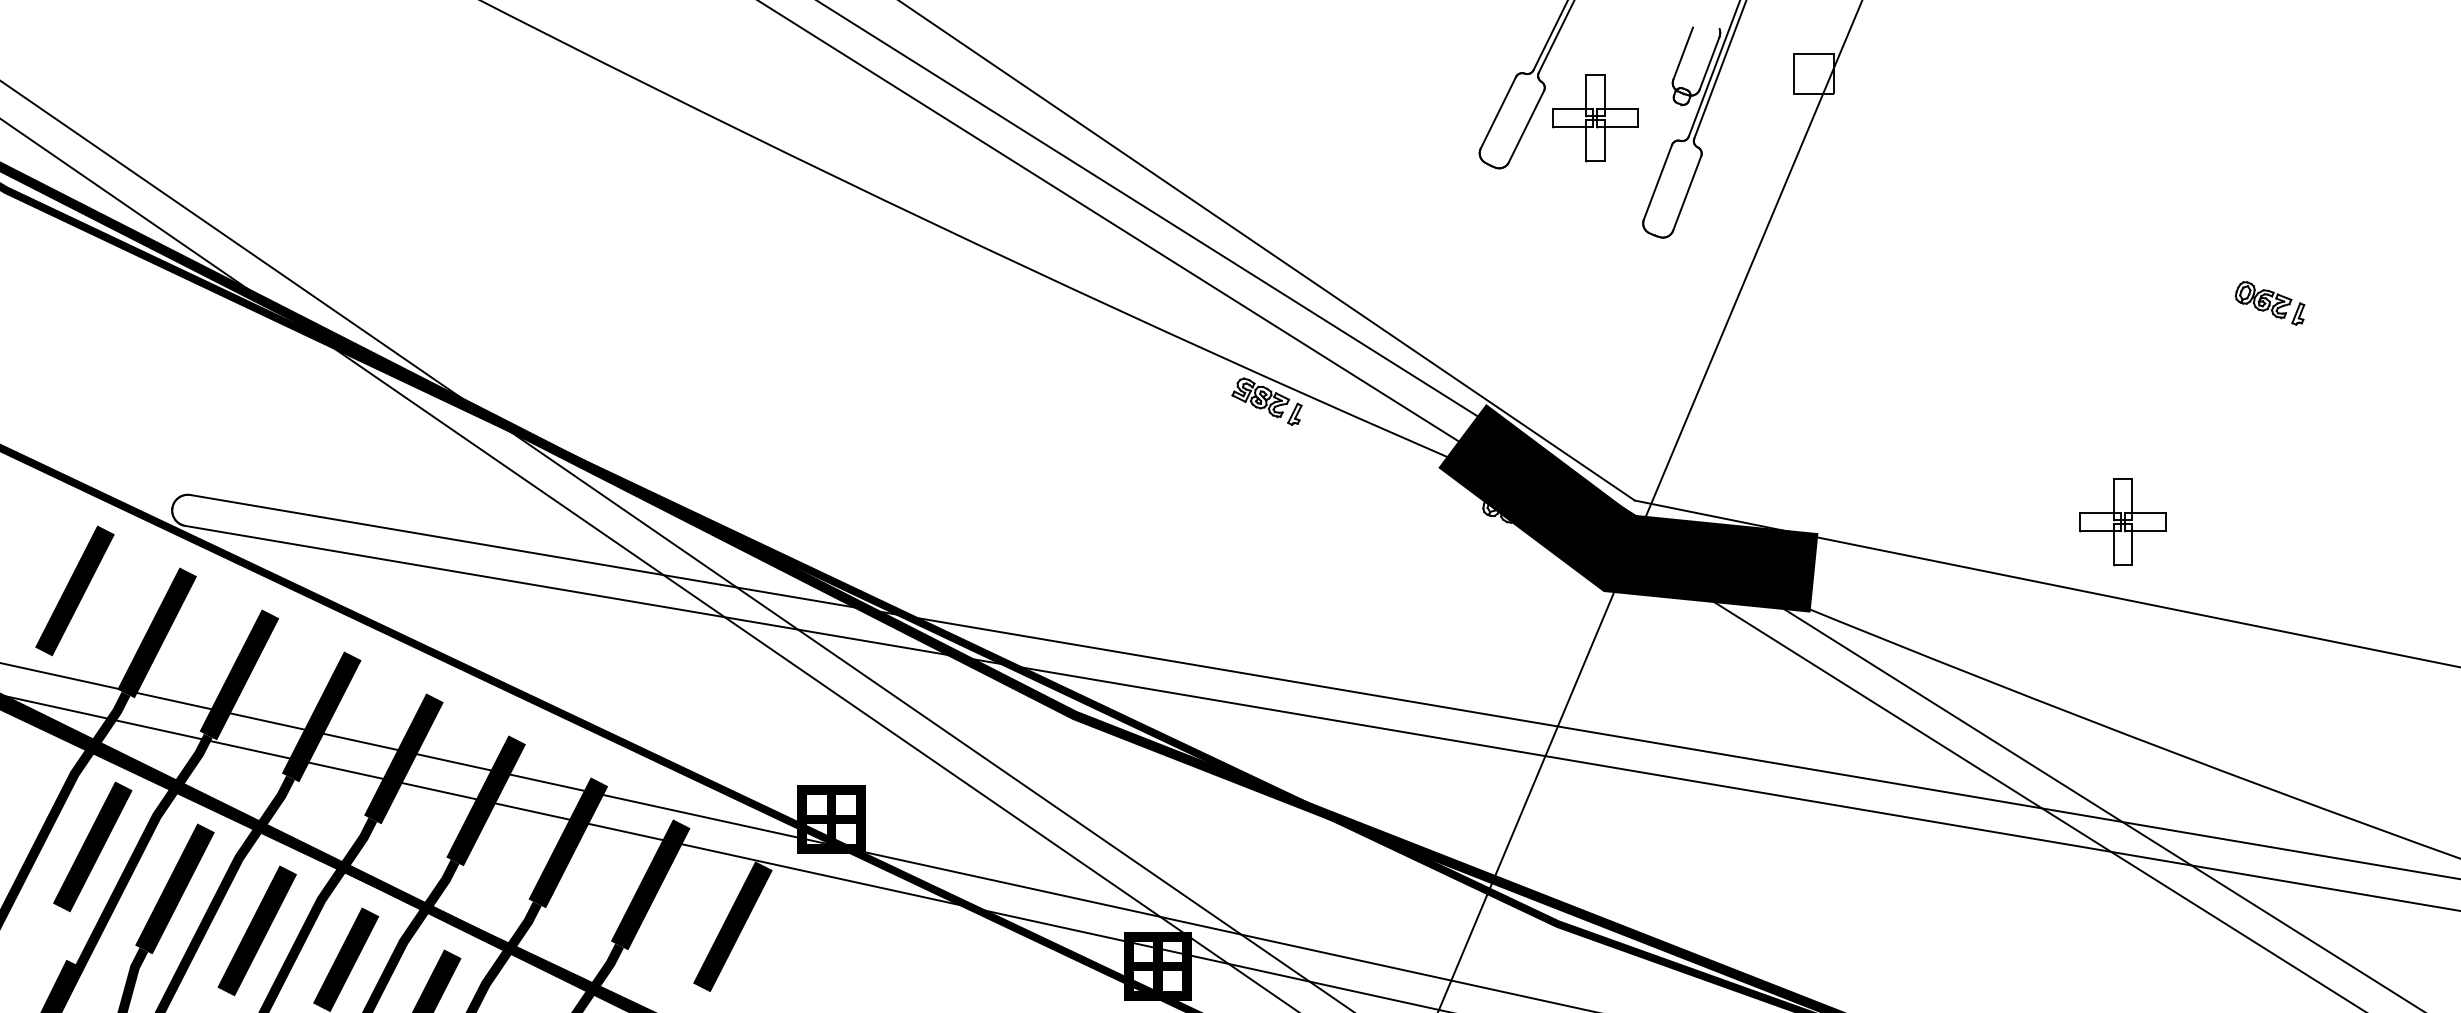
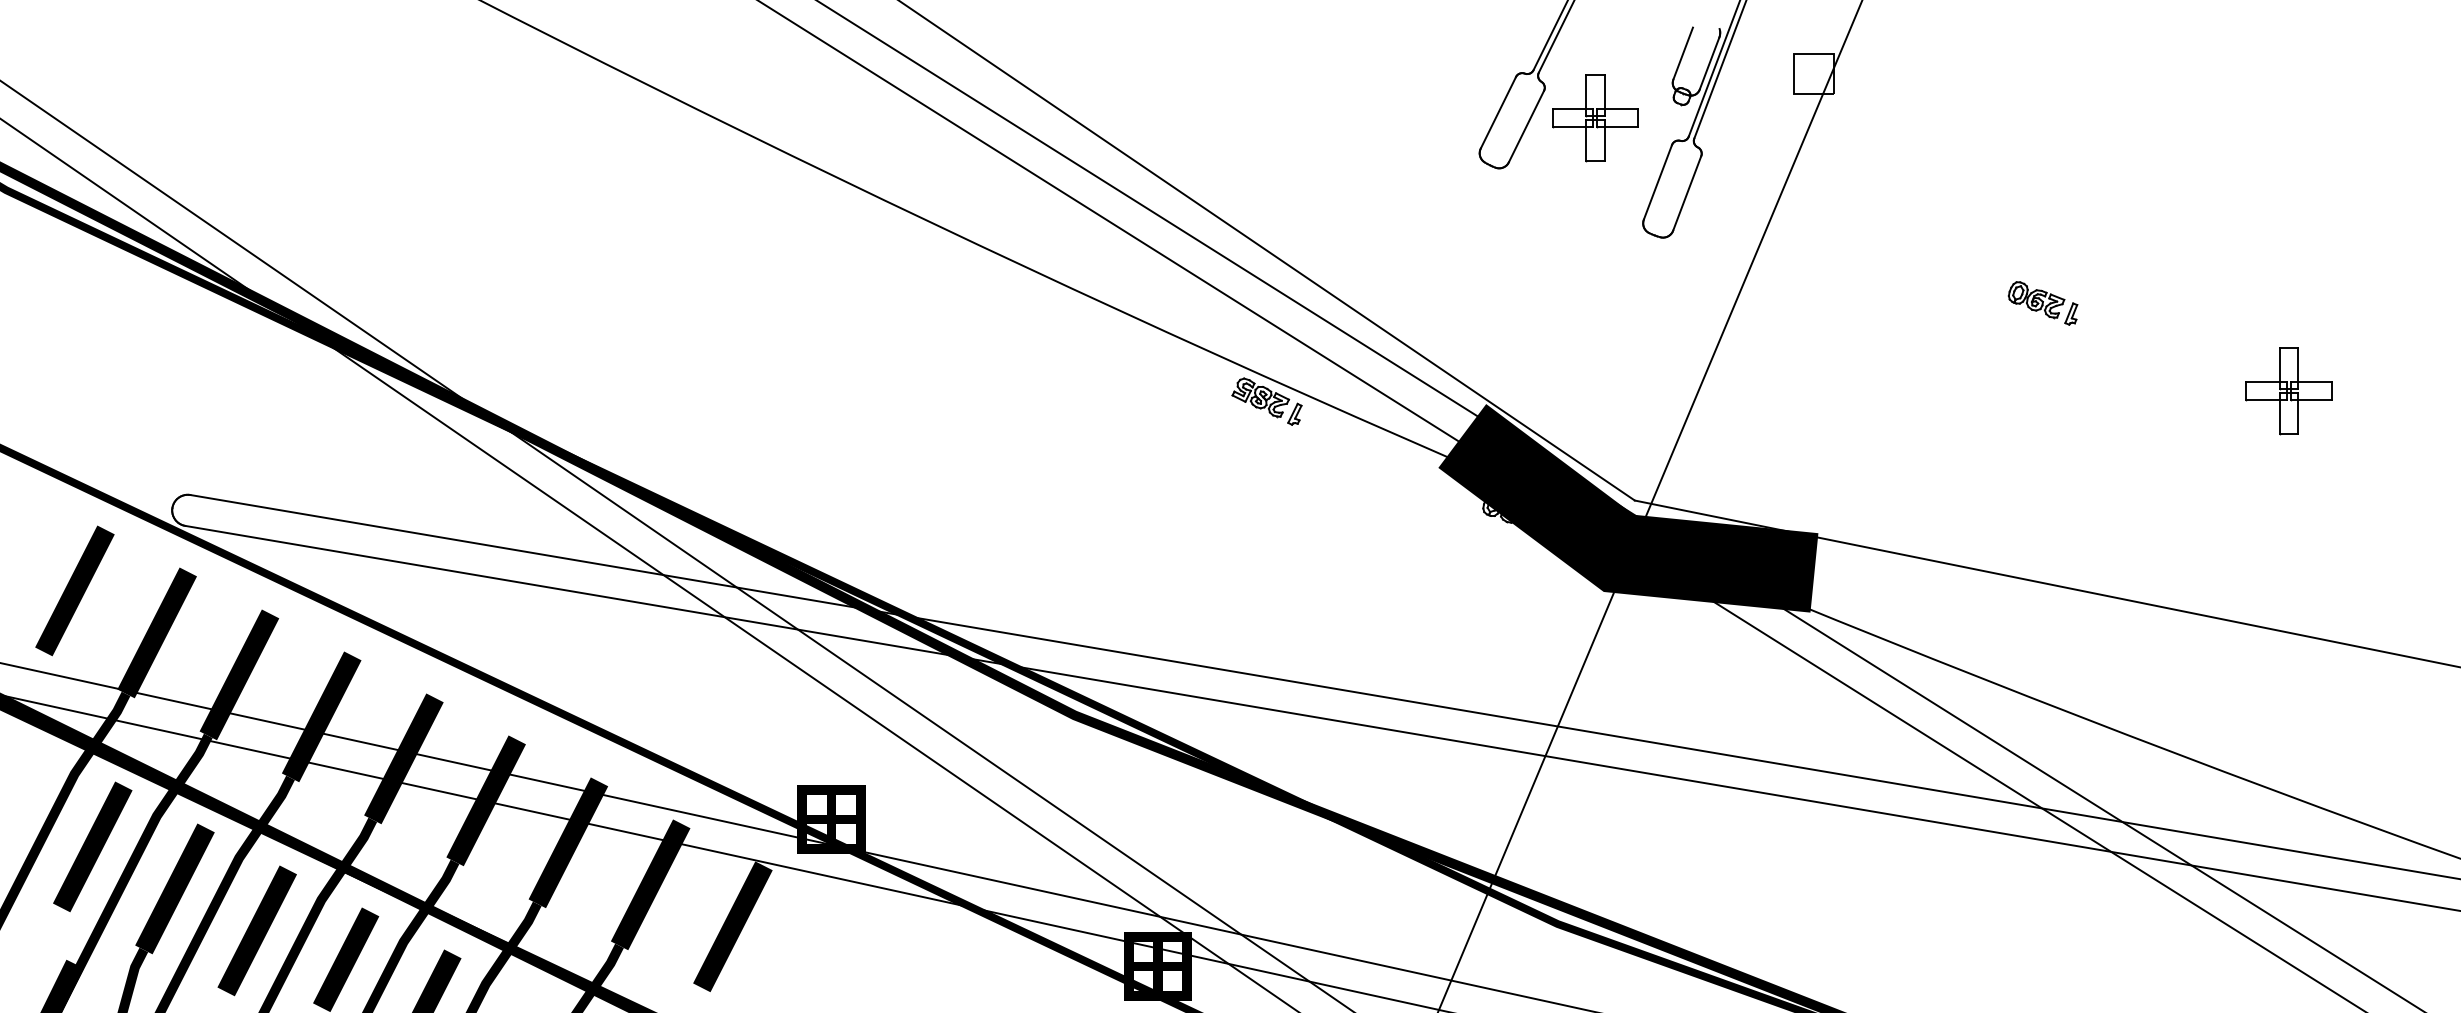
part at (2269, 303) position: (2269, 303) -> (2042, 303)
part at (2122, 522) position: (2122, 522) -> (2288, 391)
